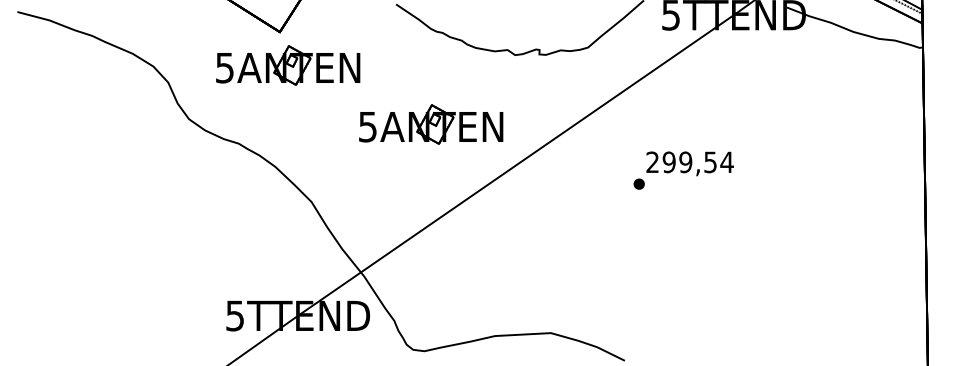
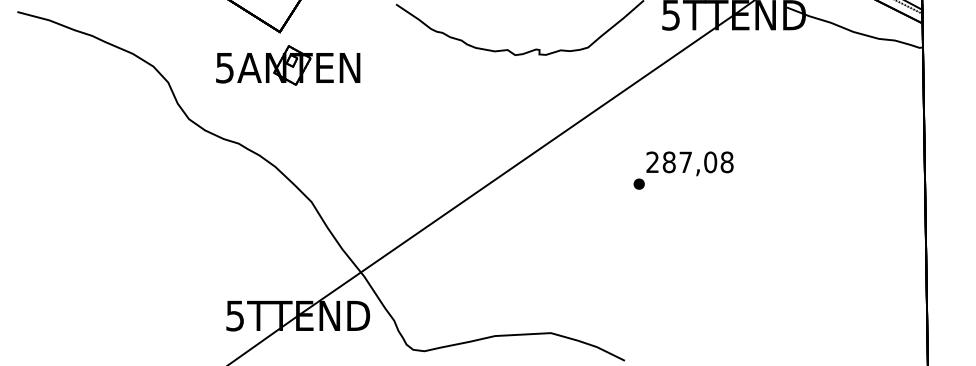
part at (431, 124): present -> none
text at (697, 162): 299,54 -> 287,08
